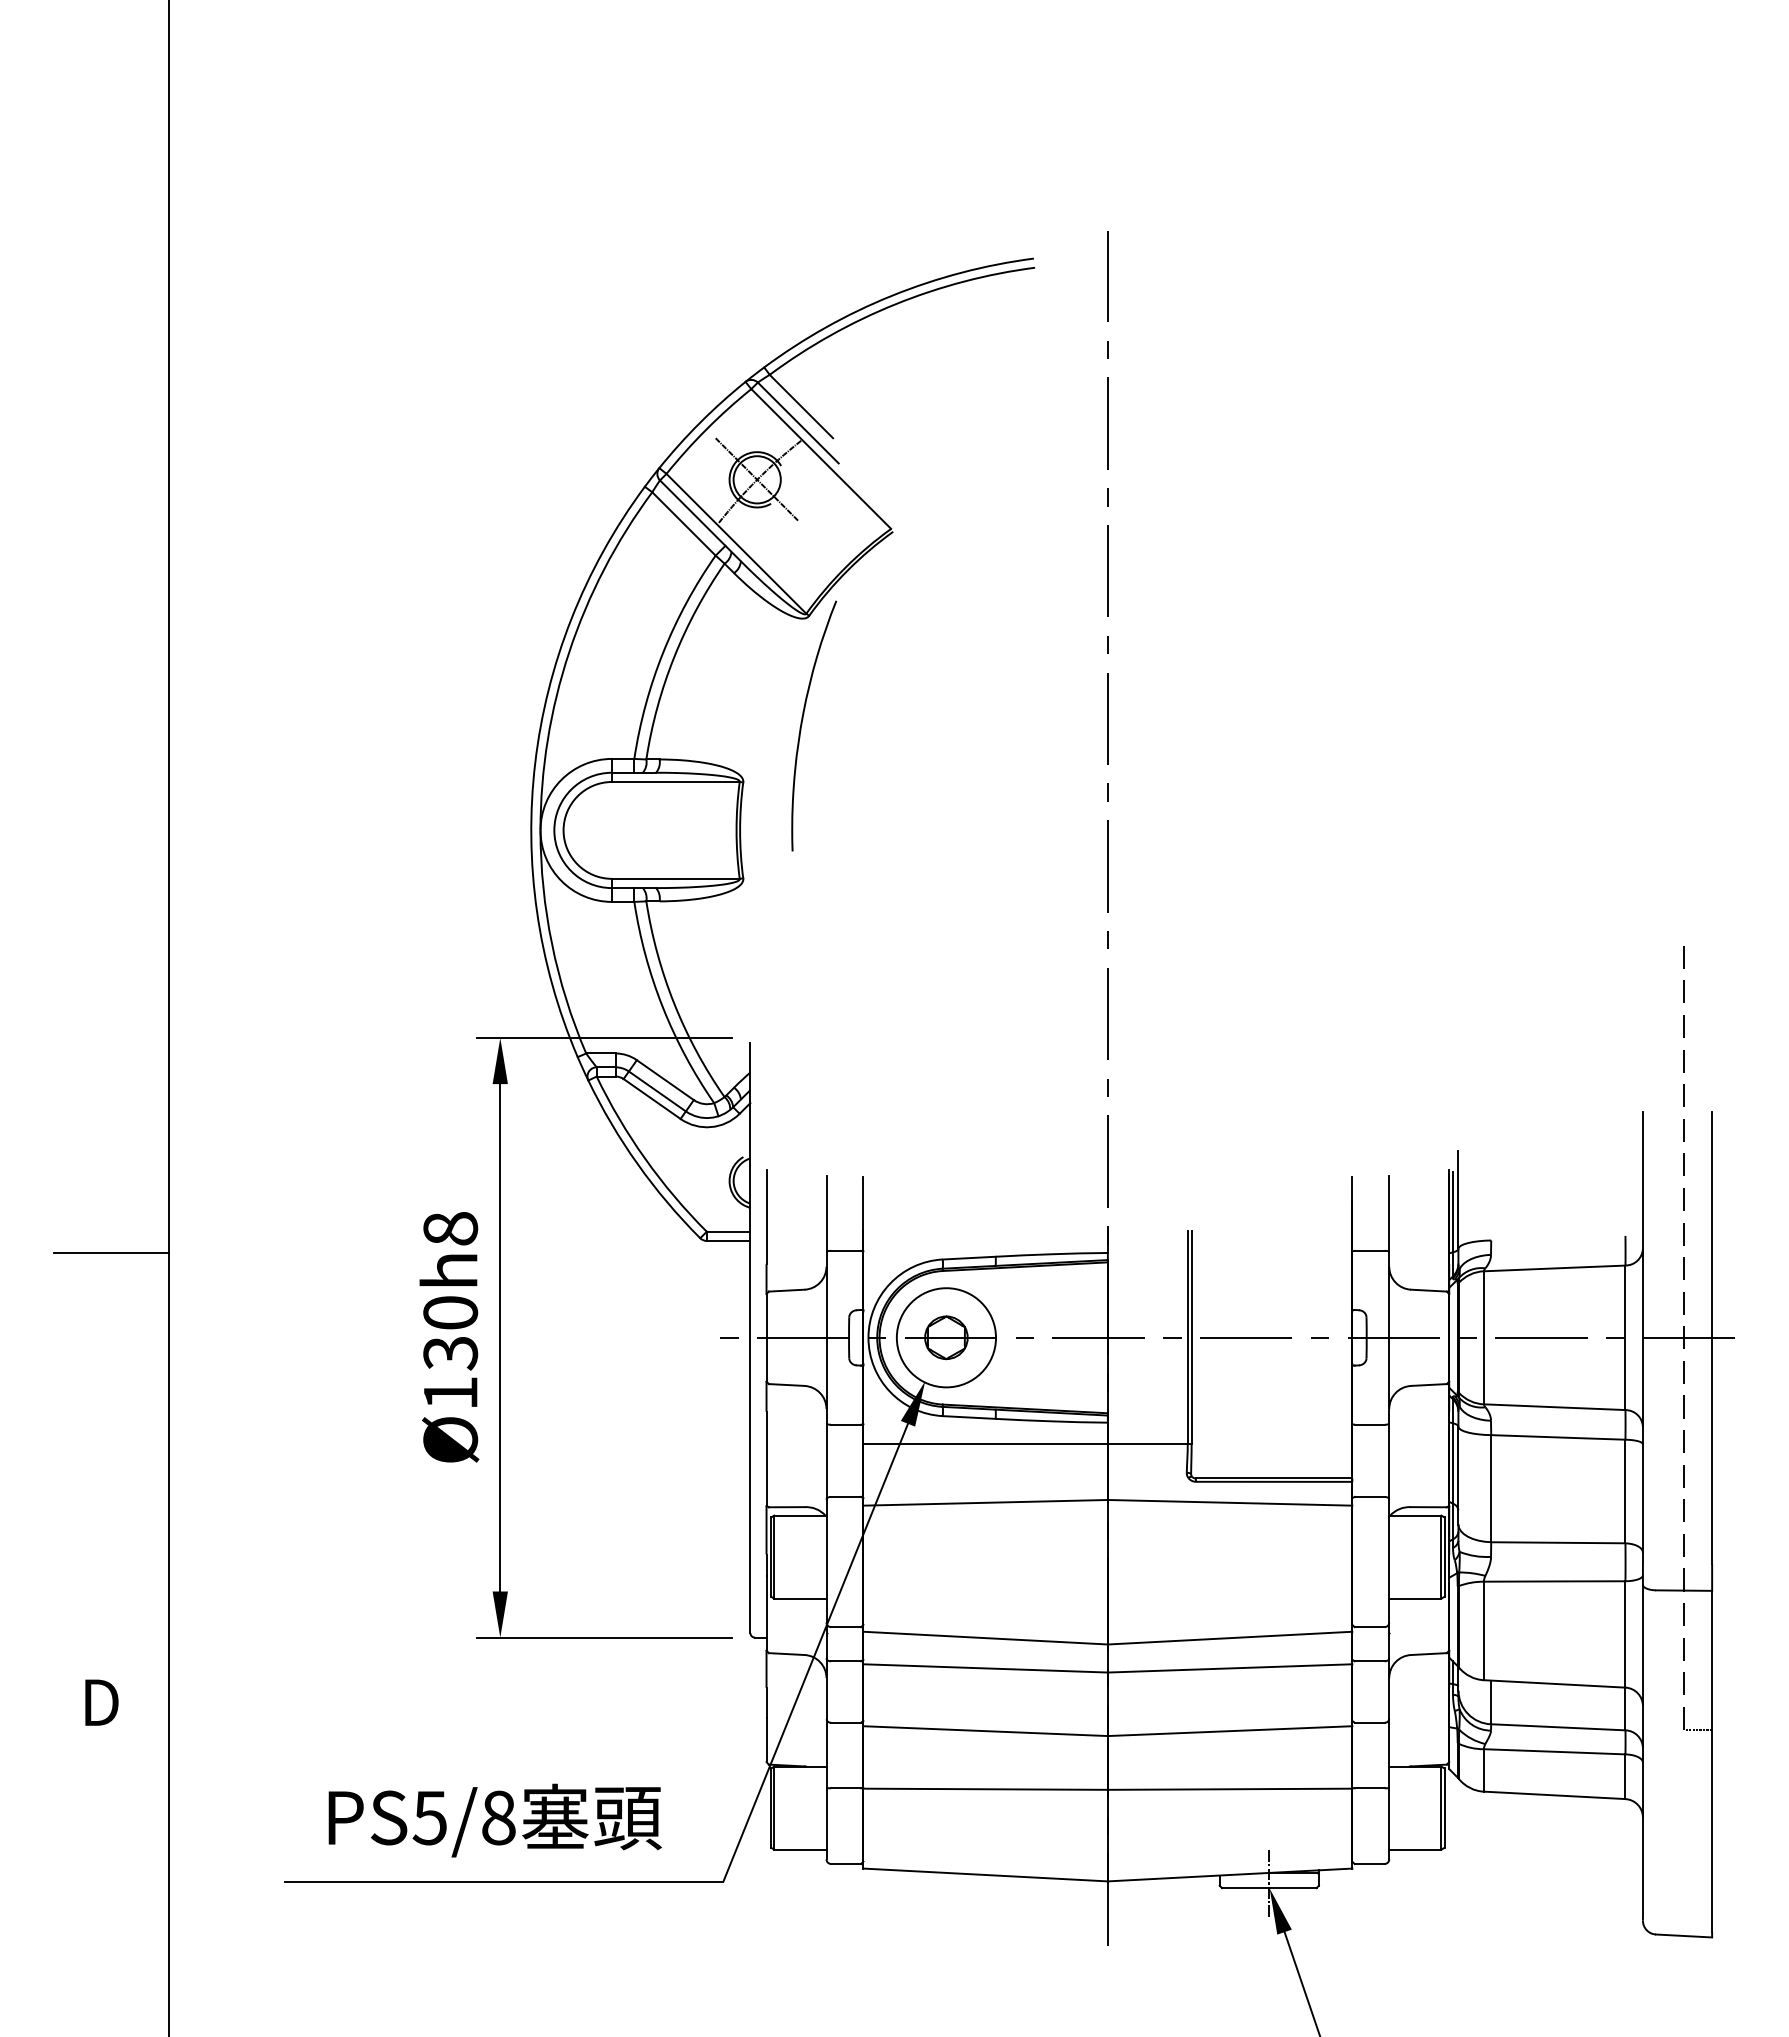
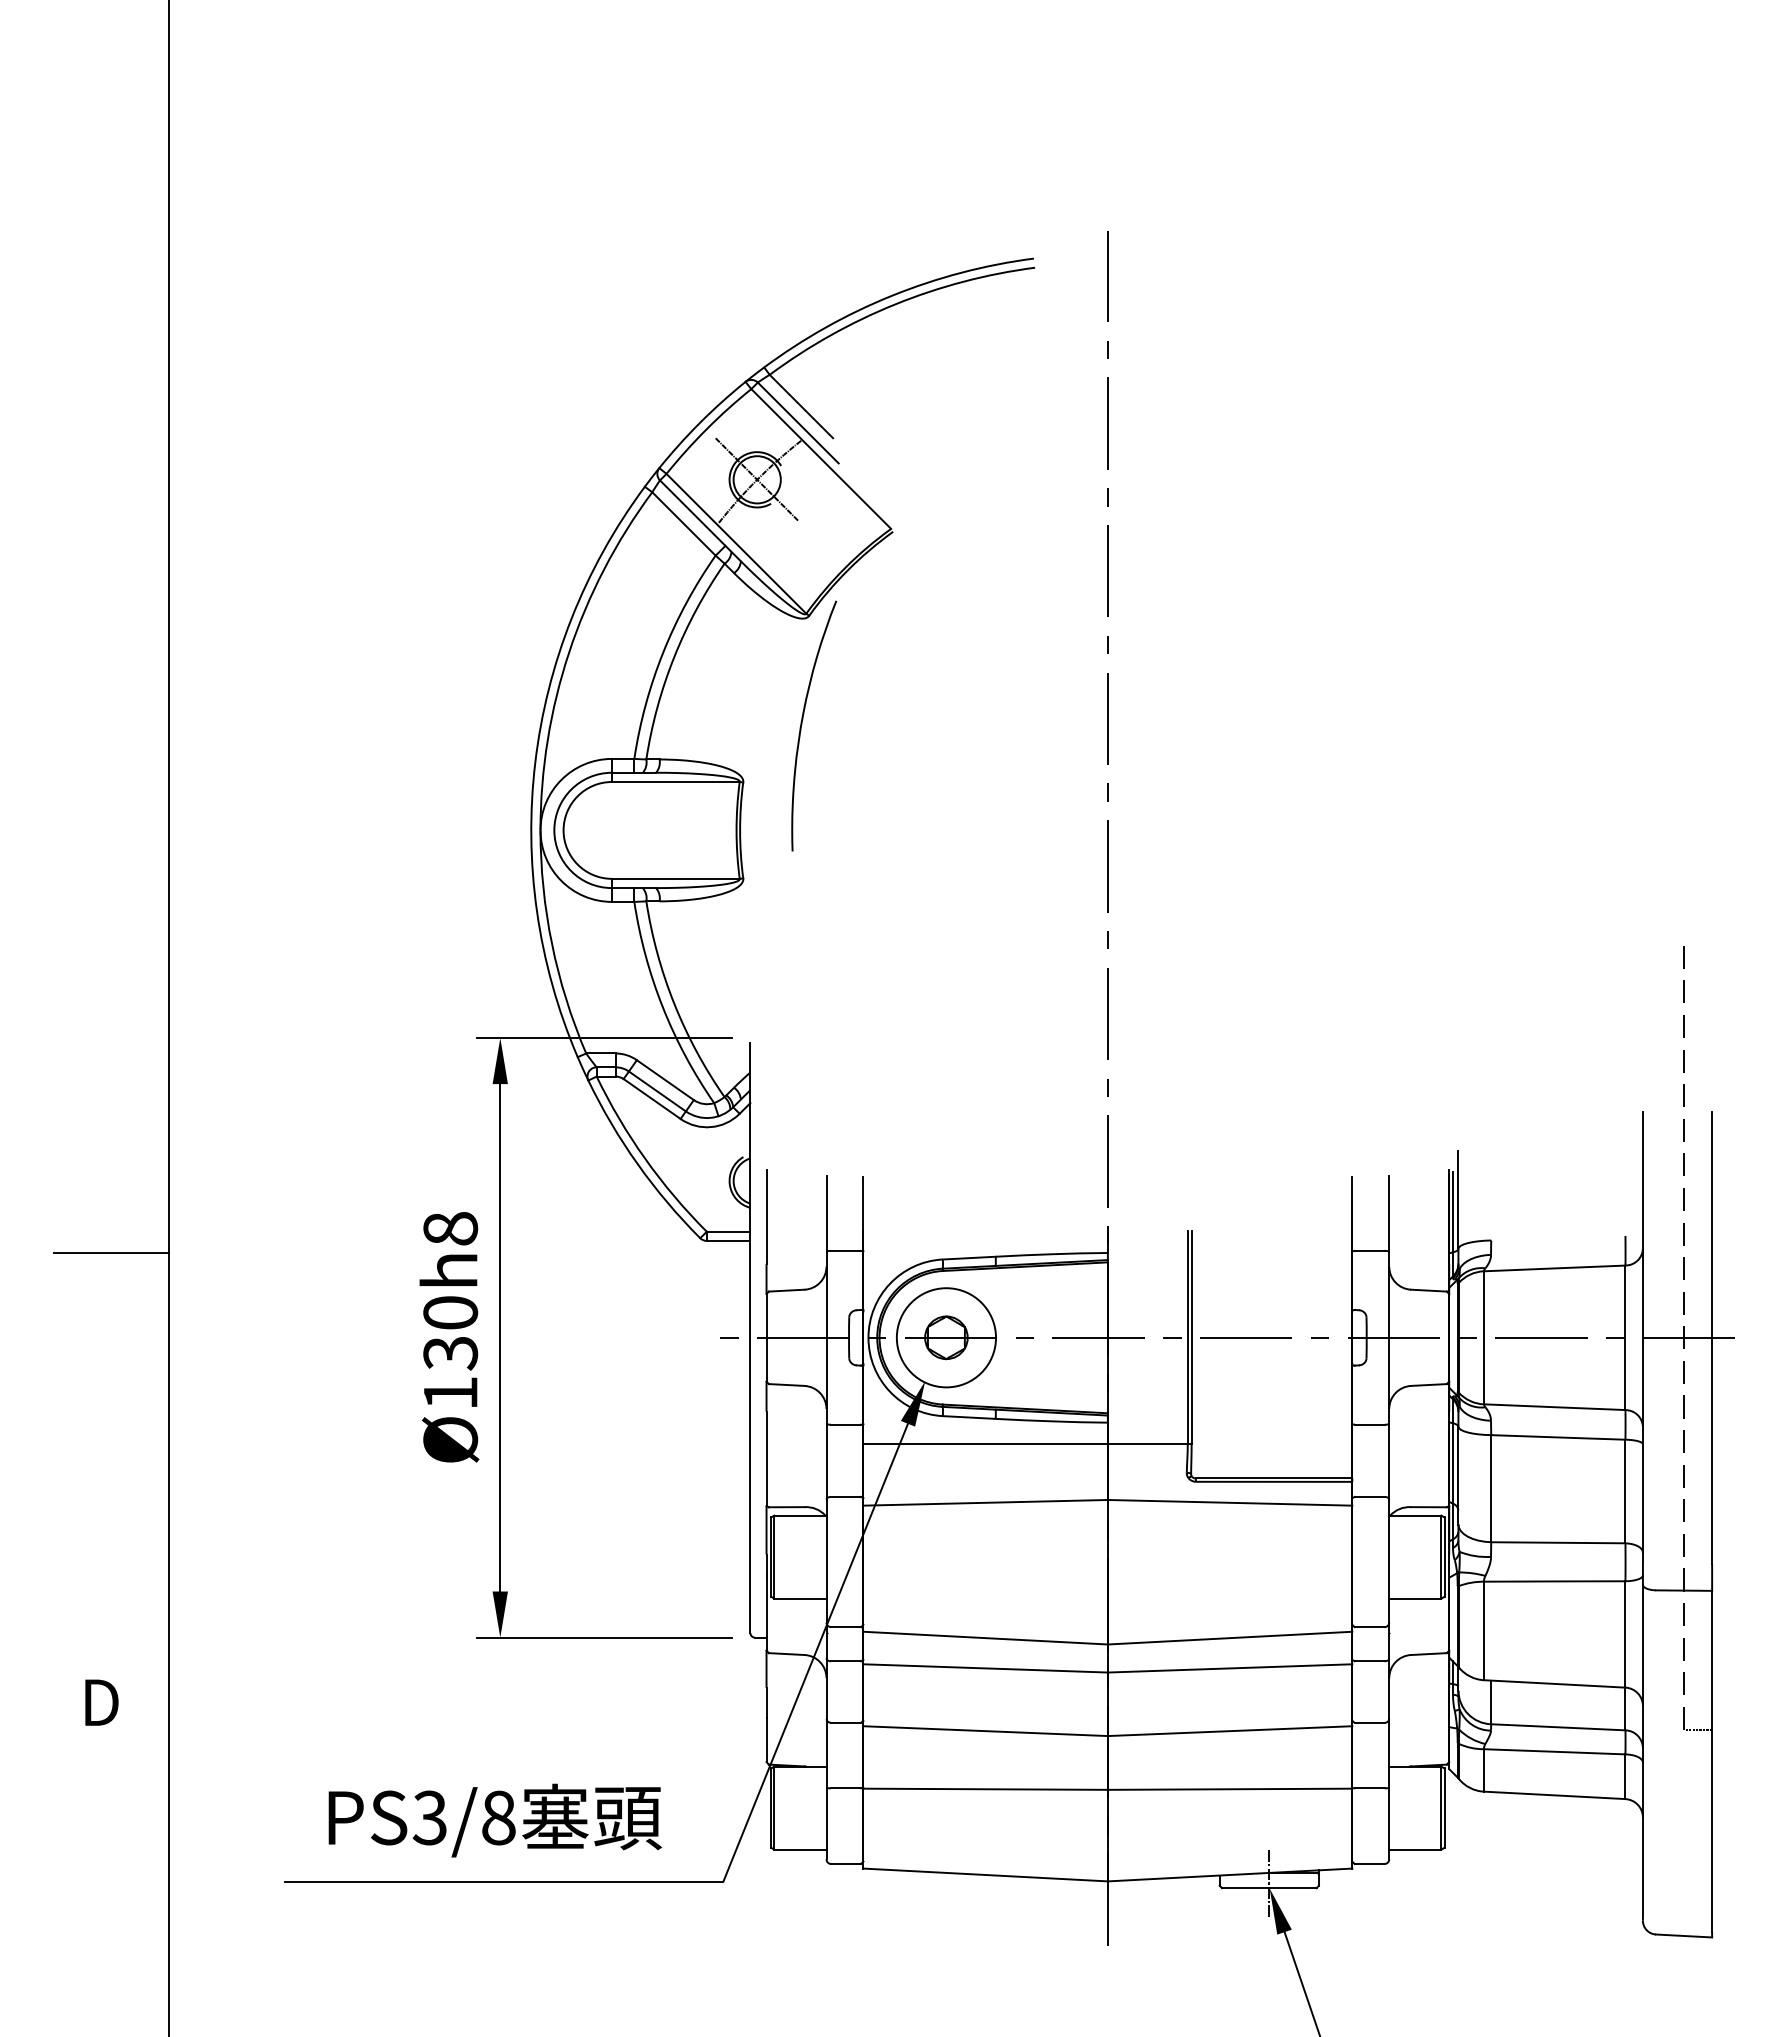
text at (429, 1817): PS5/8 -> PS3/8
